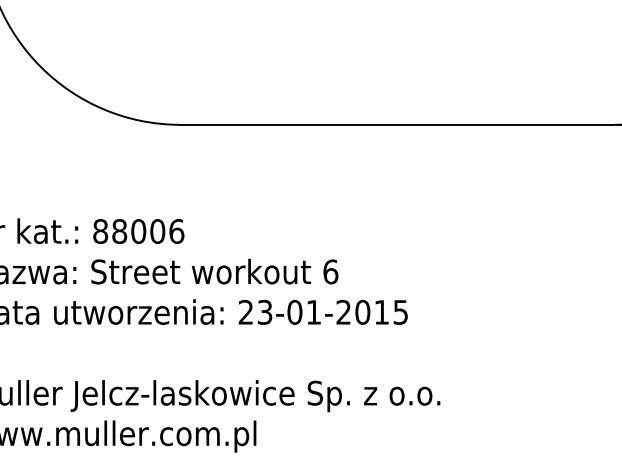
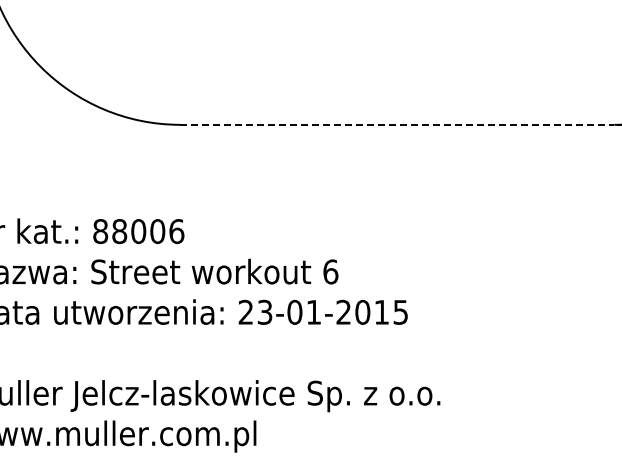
line at (397, 124): solid -> dashed
